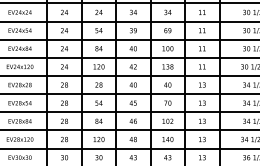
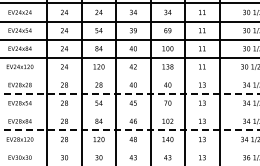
line at (129, 75): present -> none
line at (130, 94): solid -> dashed
line at (129, 112): present -> none
line at (130, 130): solid -> dashed
line at (129, 148): present -> none
